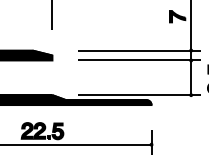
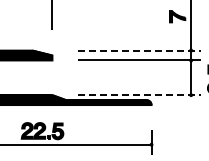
line at (139, 50): solid -> dashed
line at (139, 95): solid -> dashed
